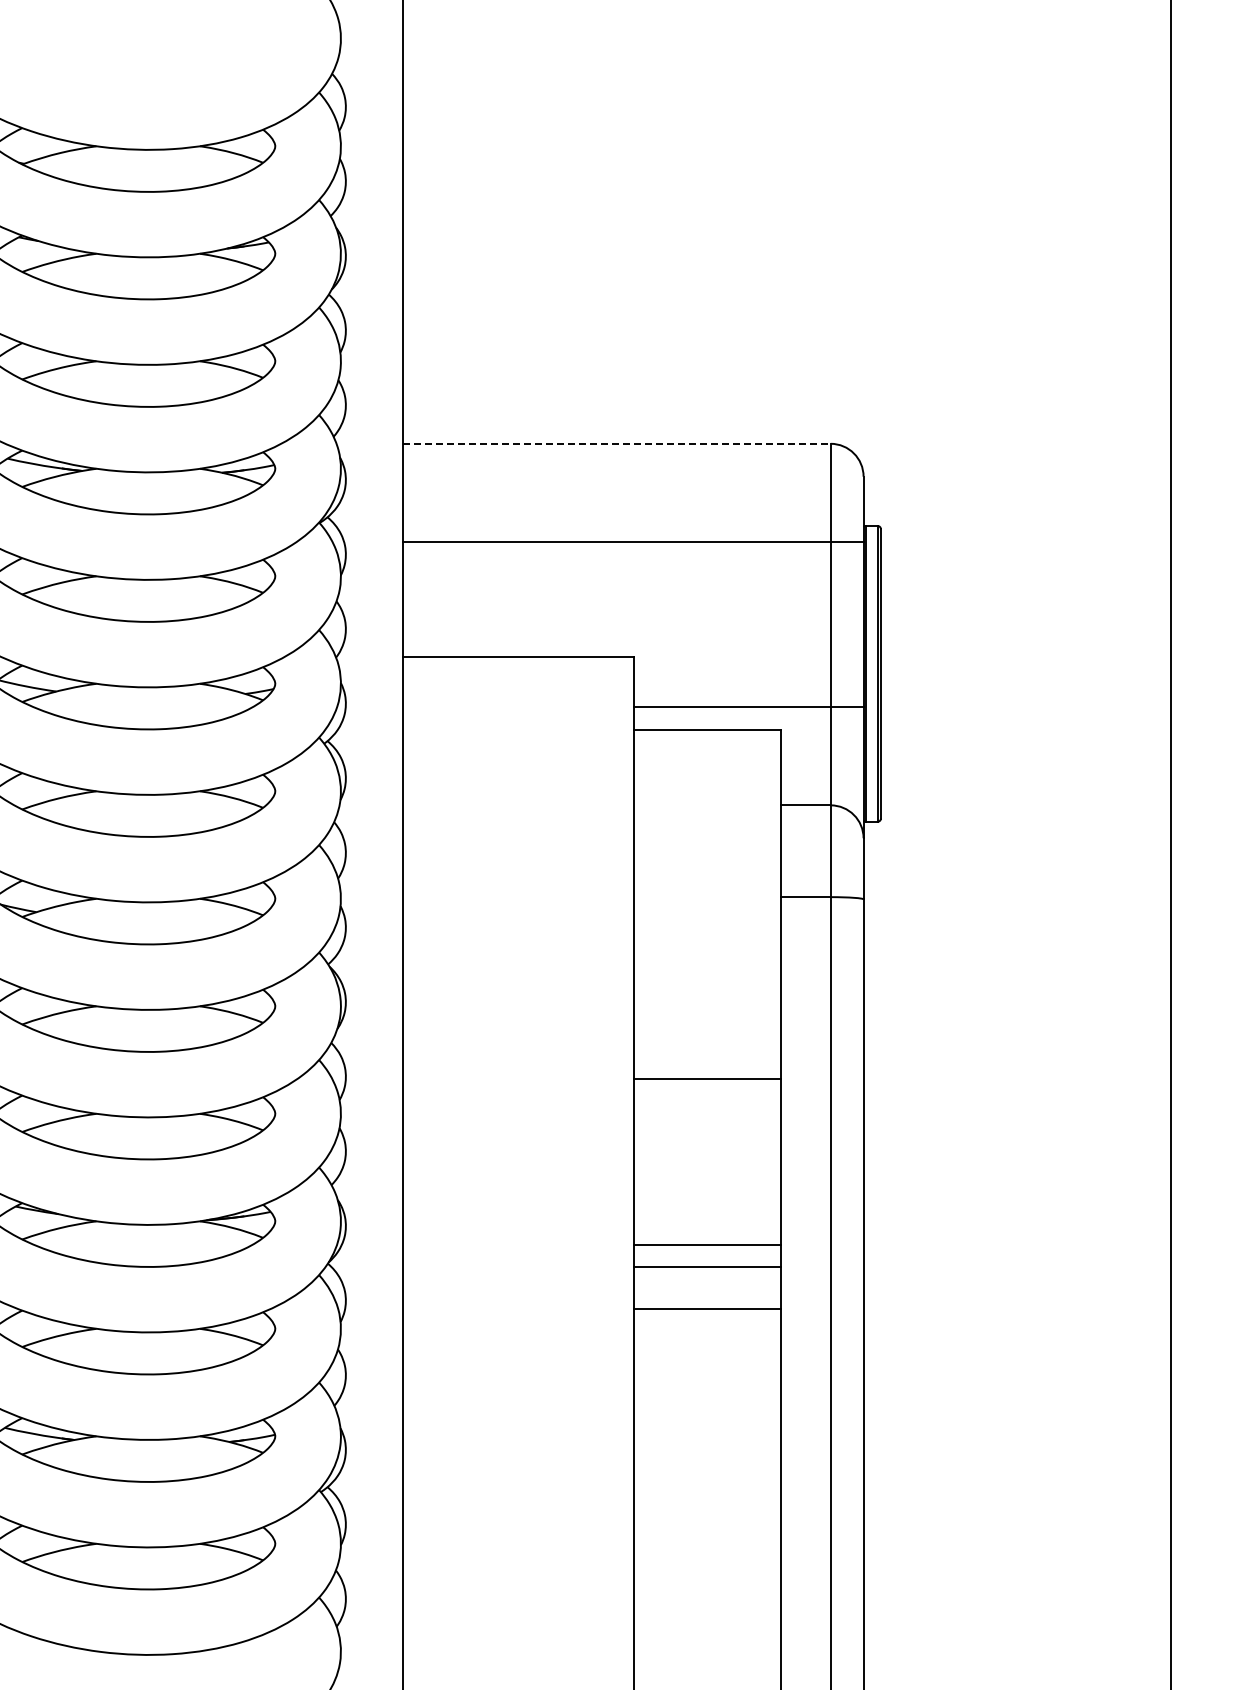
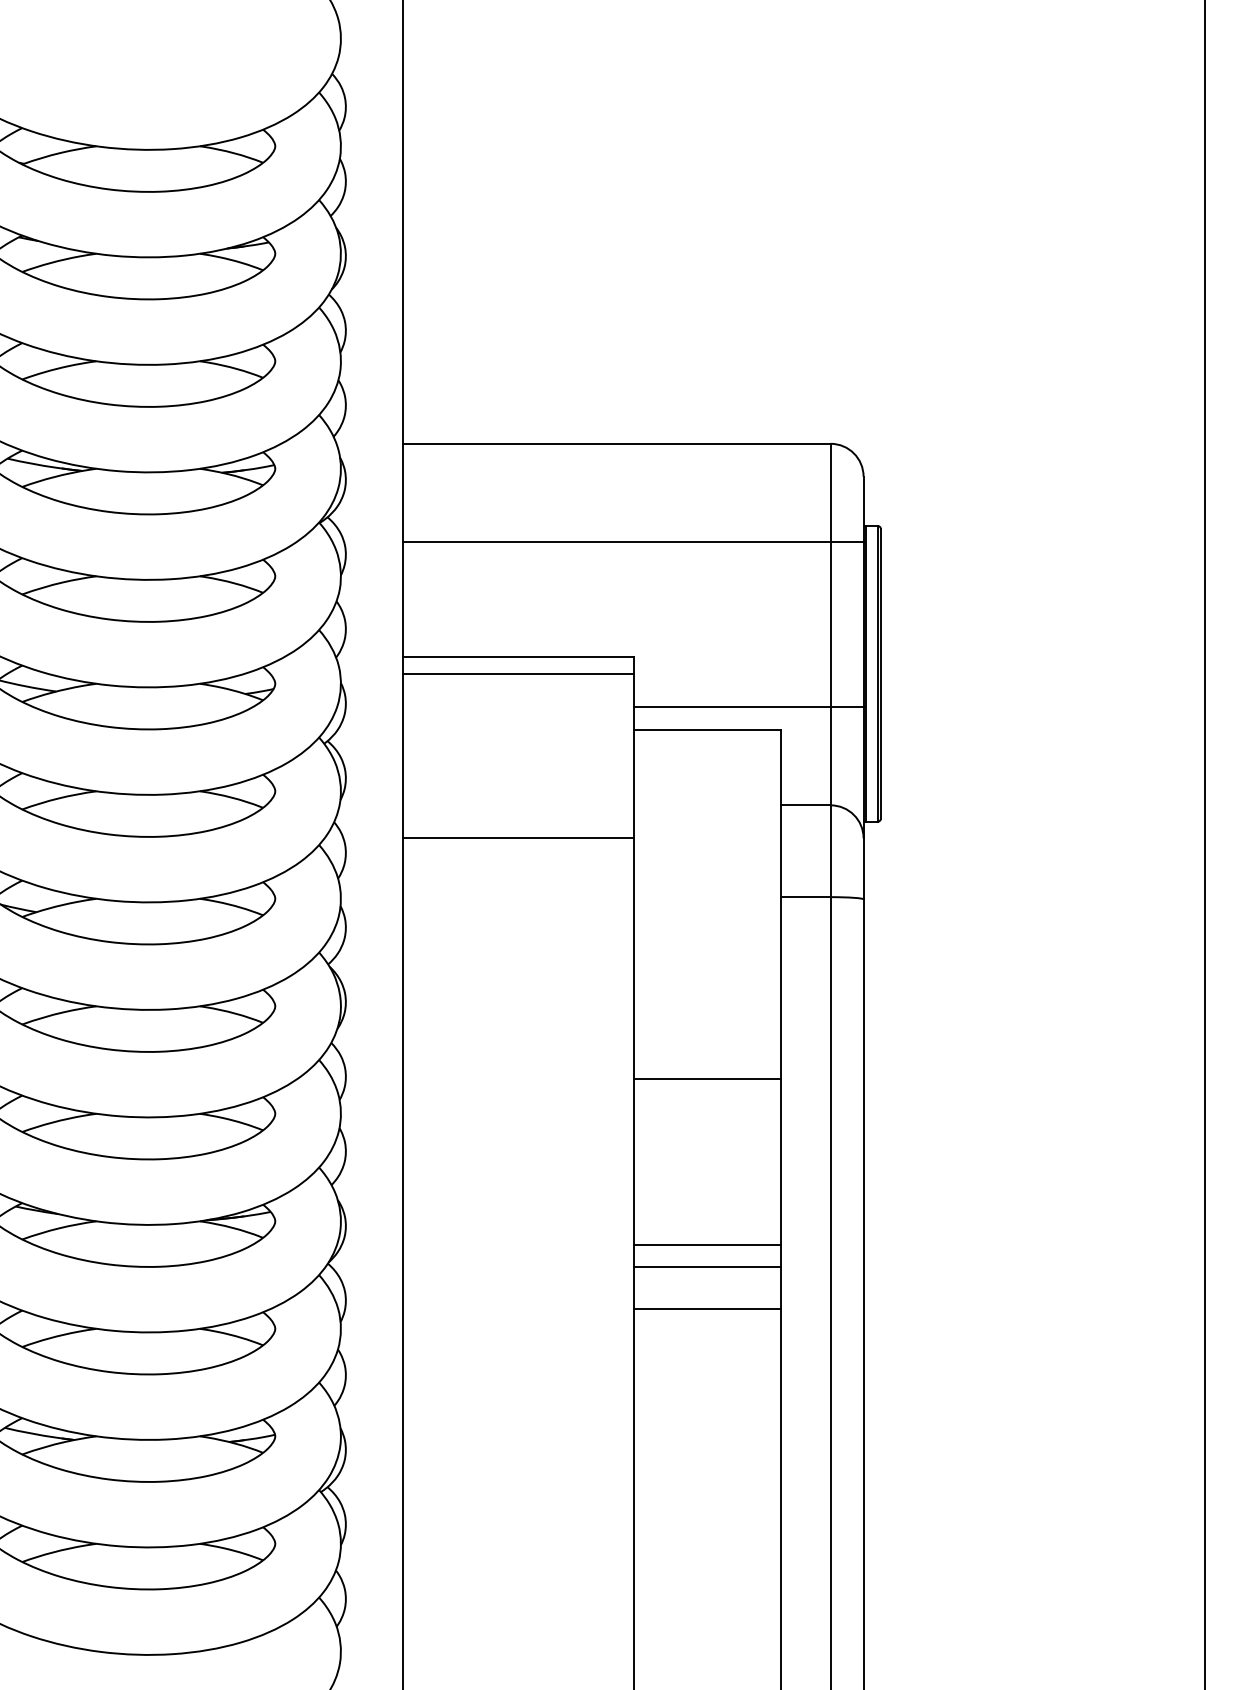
line at (617, 443): dashed -> solid
line at (518, 673): none -> present
line at (518, 838): none -> present
line at (1171, 844) position: (1171, 844) -> (1205, 844)
